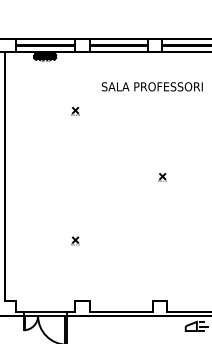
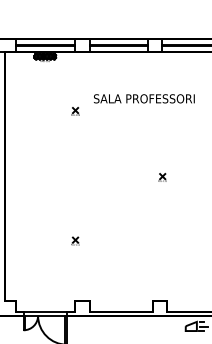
text at (152, 86) position: (152, 86) -> (144, 98)
